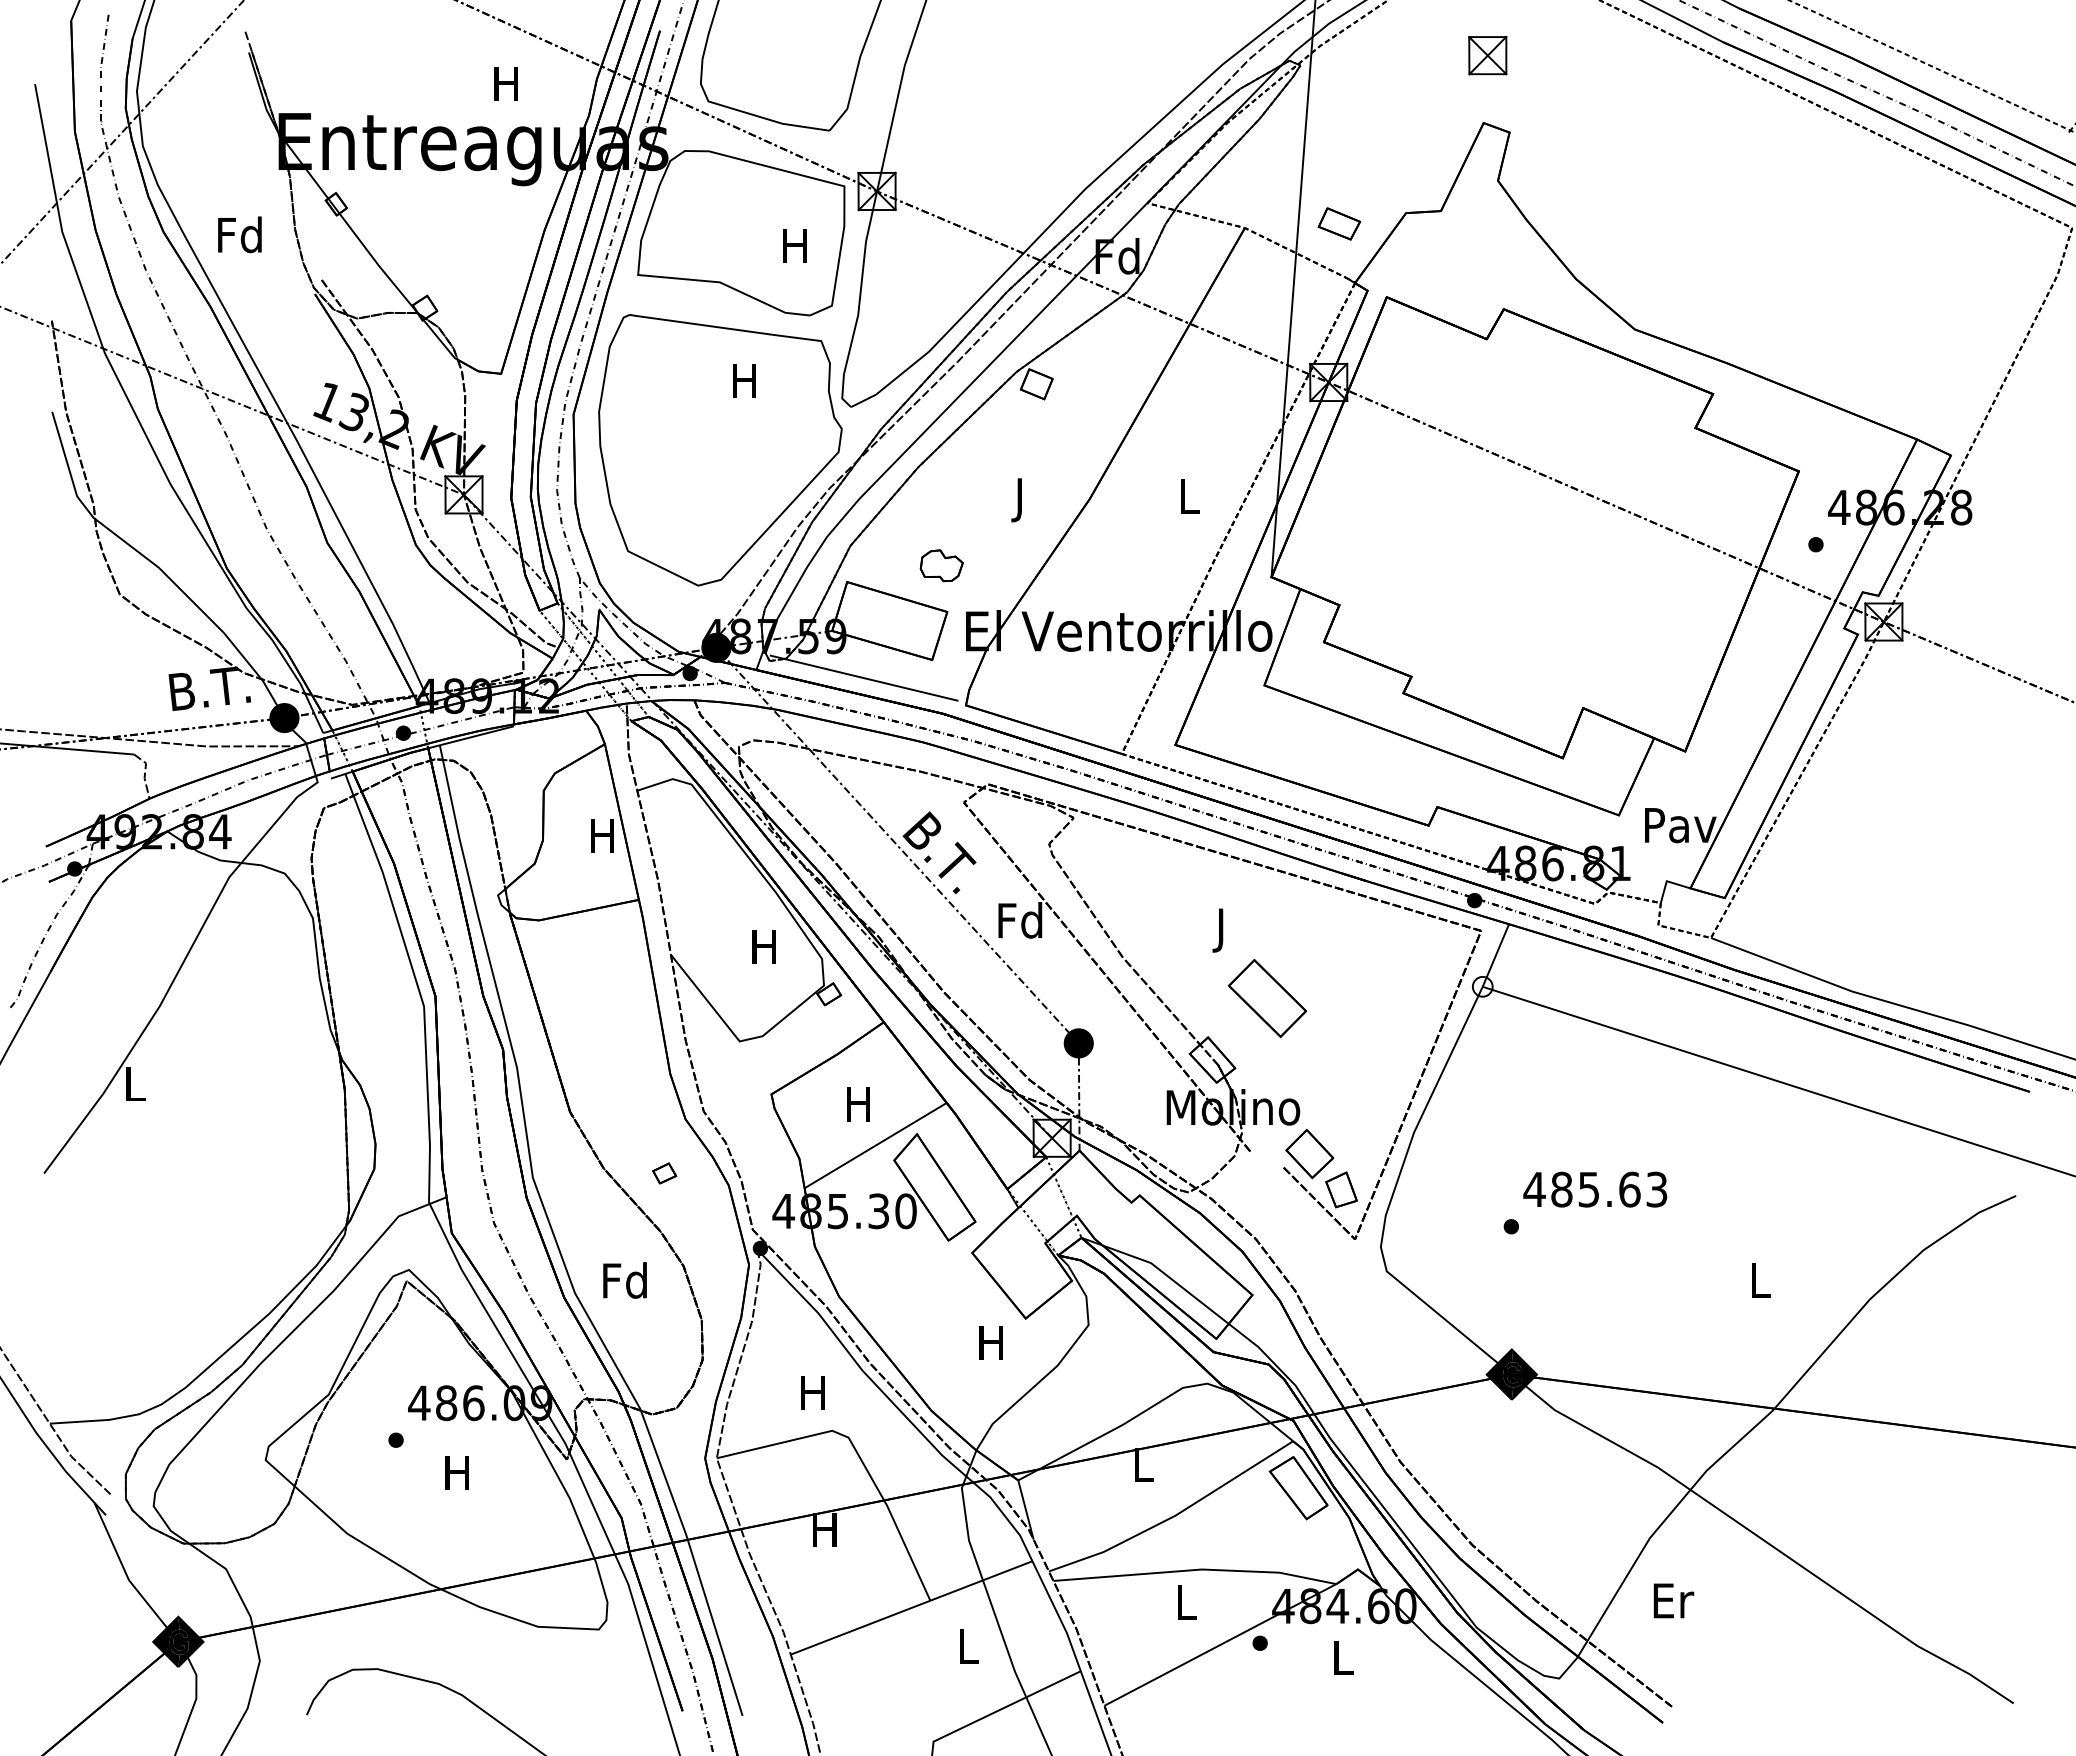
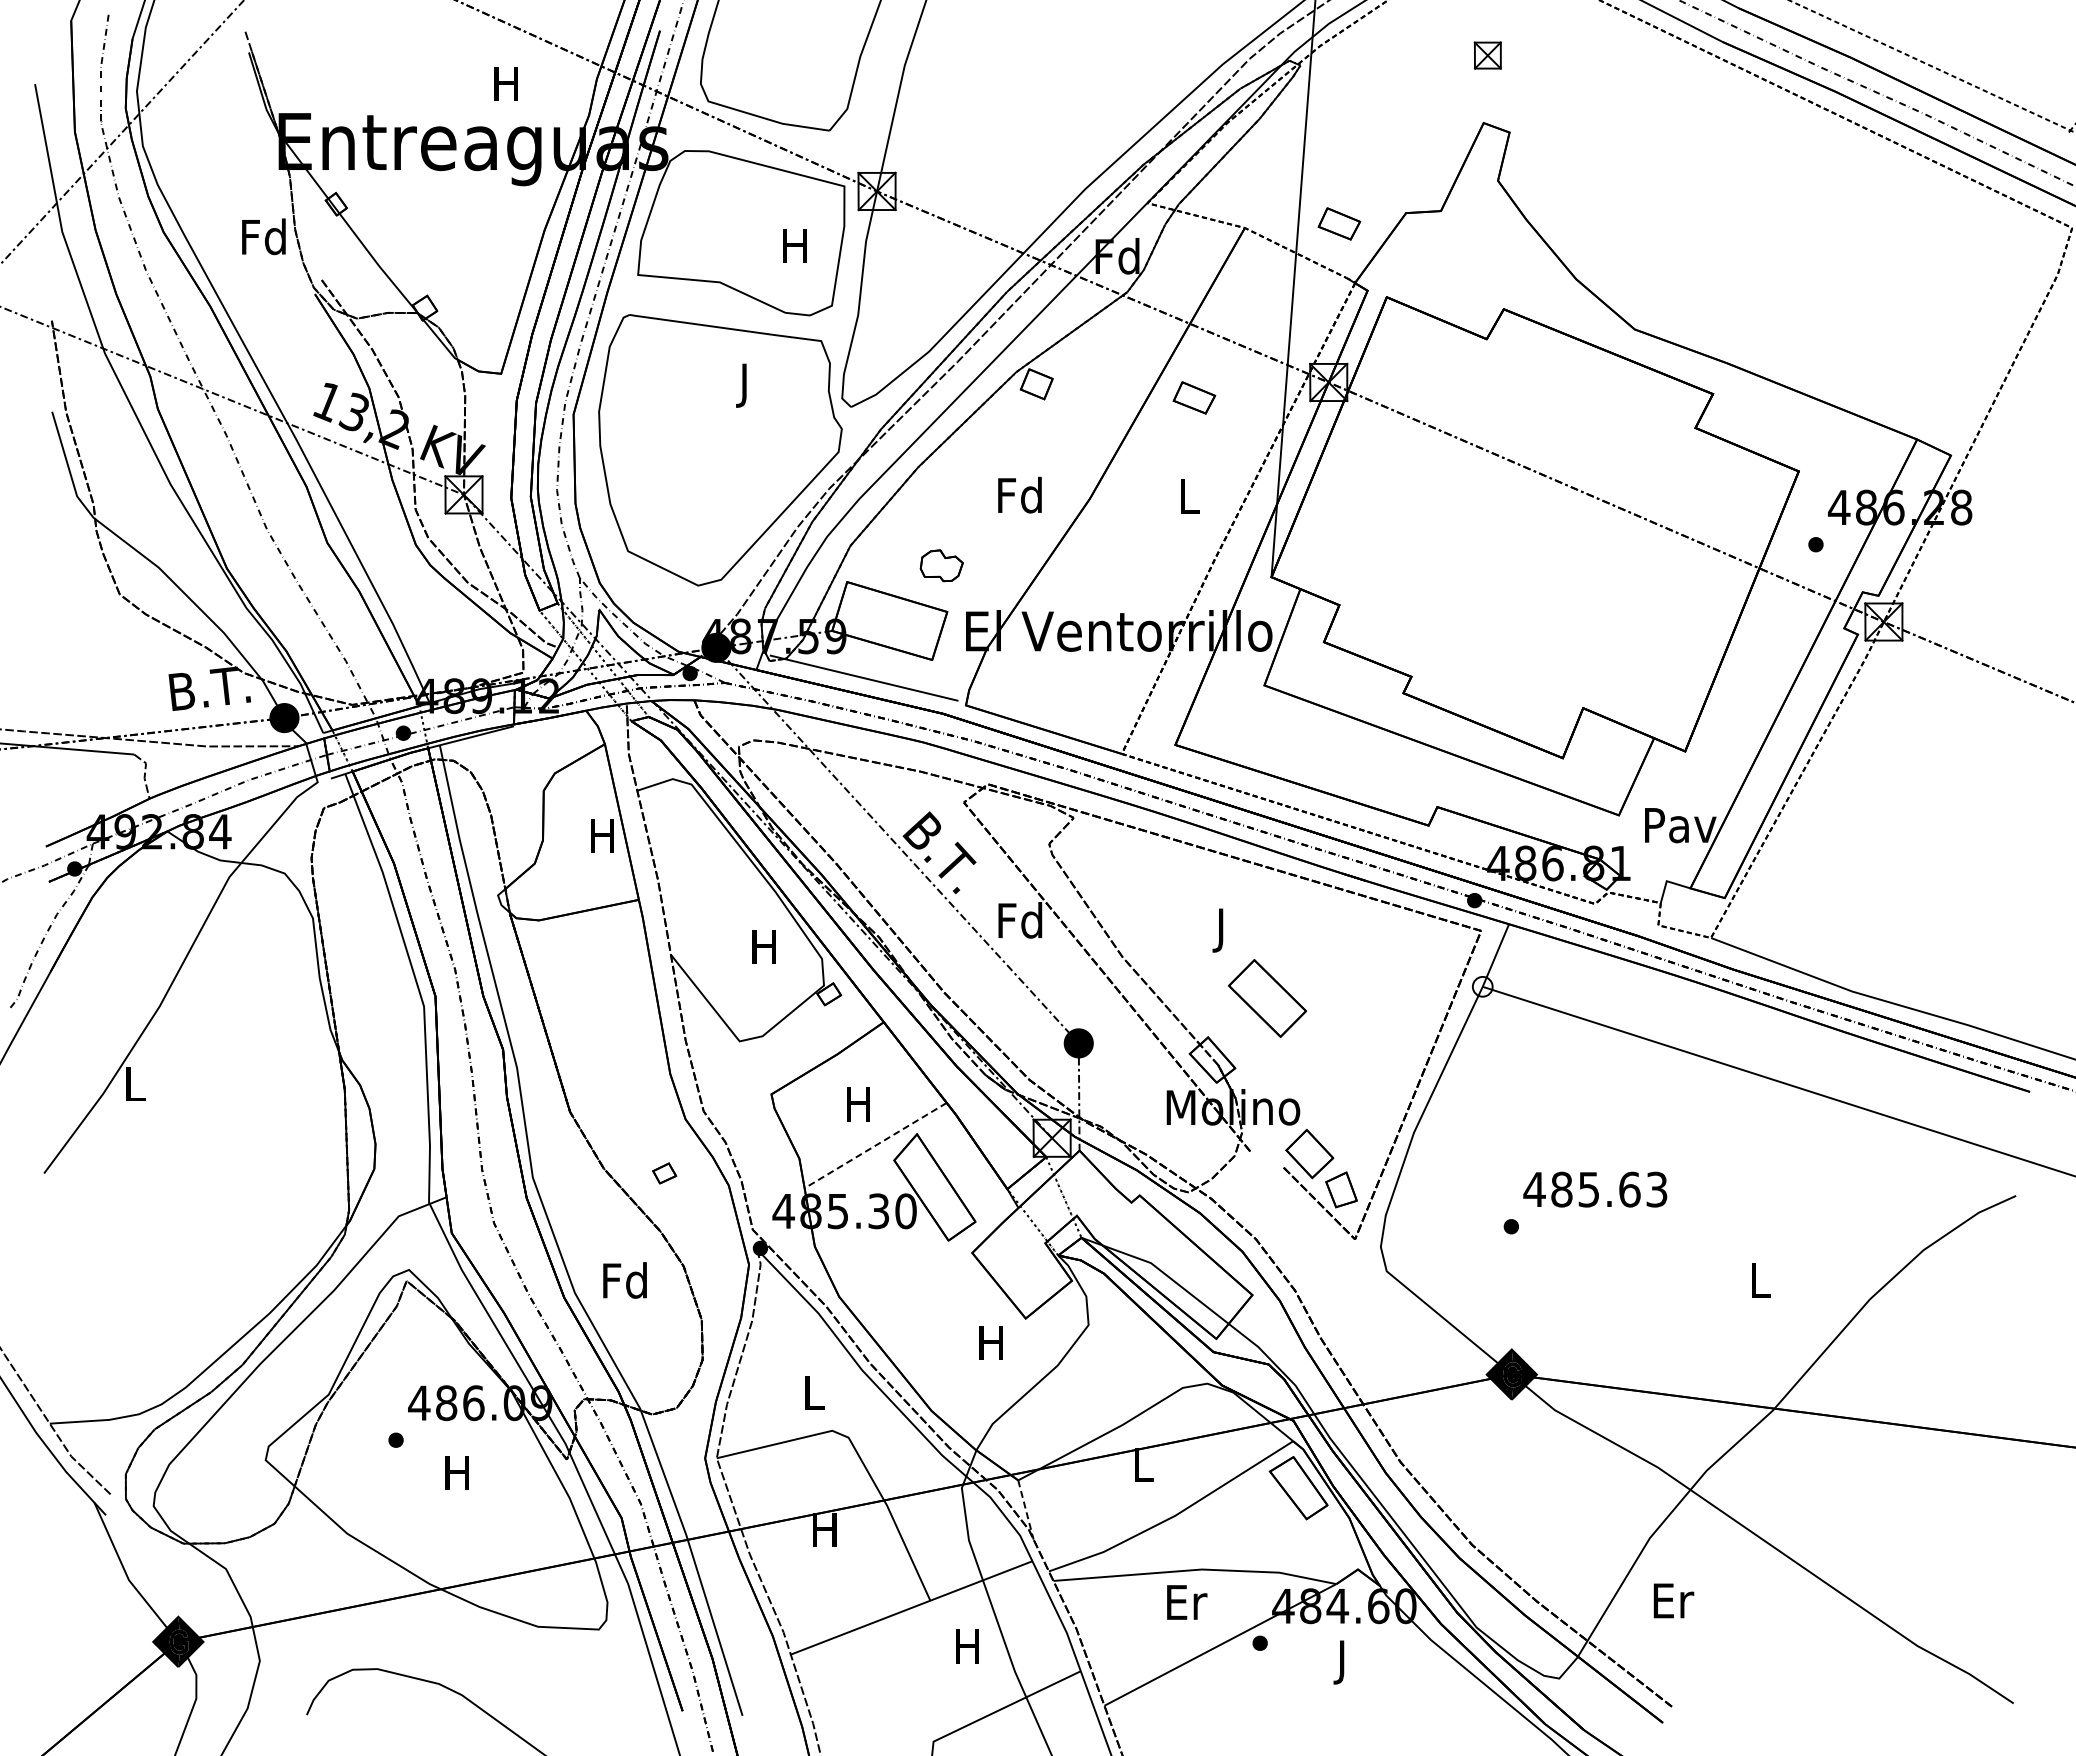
part at (1487, 55) size: 40x41 px -> 29x29 px
text at (239, 234) position: (239, 234) -> (263, 236)
text at (744, 385): H -> J
part at (1194, 397): none -> present
text at (1019, 499): J -> Fd
line at (875, 1145): solid -> dashed
text at (812, 1392): H -> L
line at (1025, 1510): solid -> dashed
text at (1187, 1602): L -> Er
text at (967, 1646): L -> H
text at (1343, 1662): L -> J
